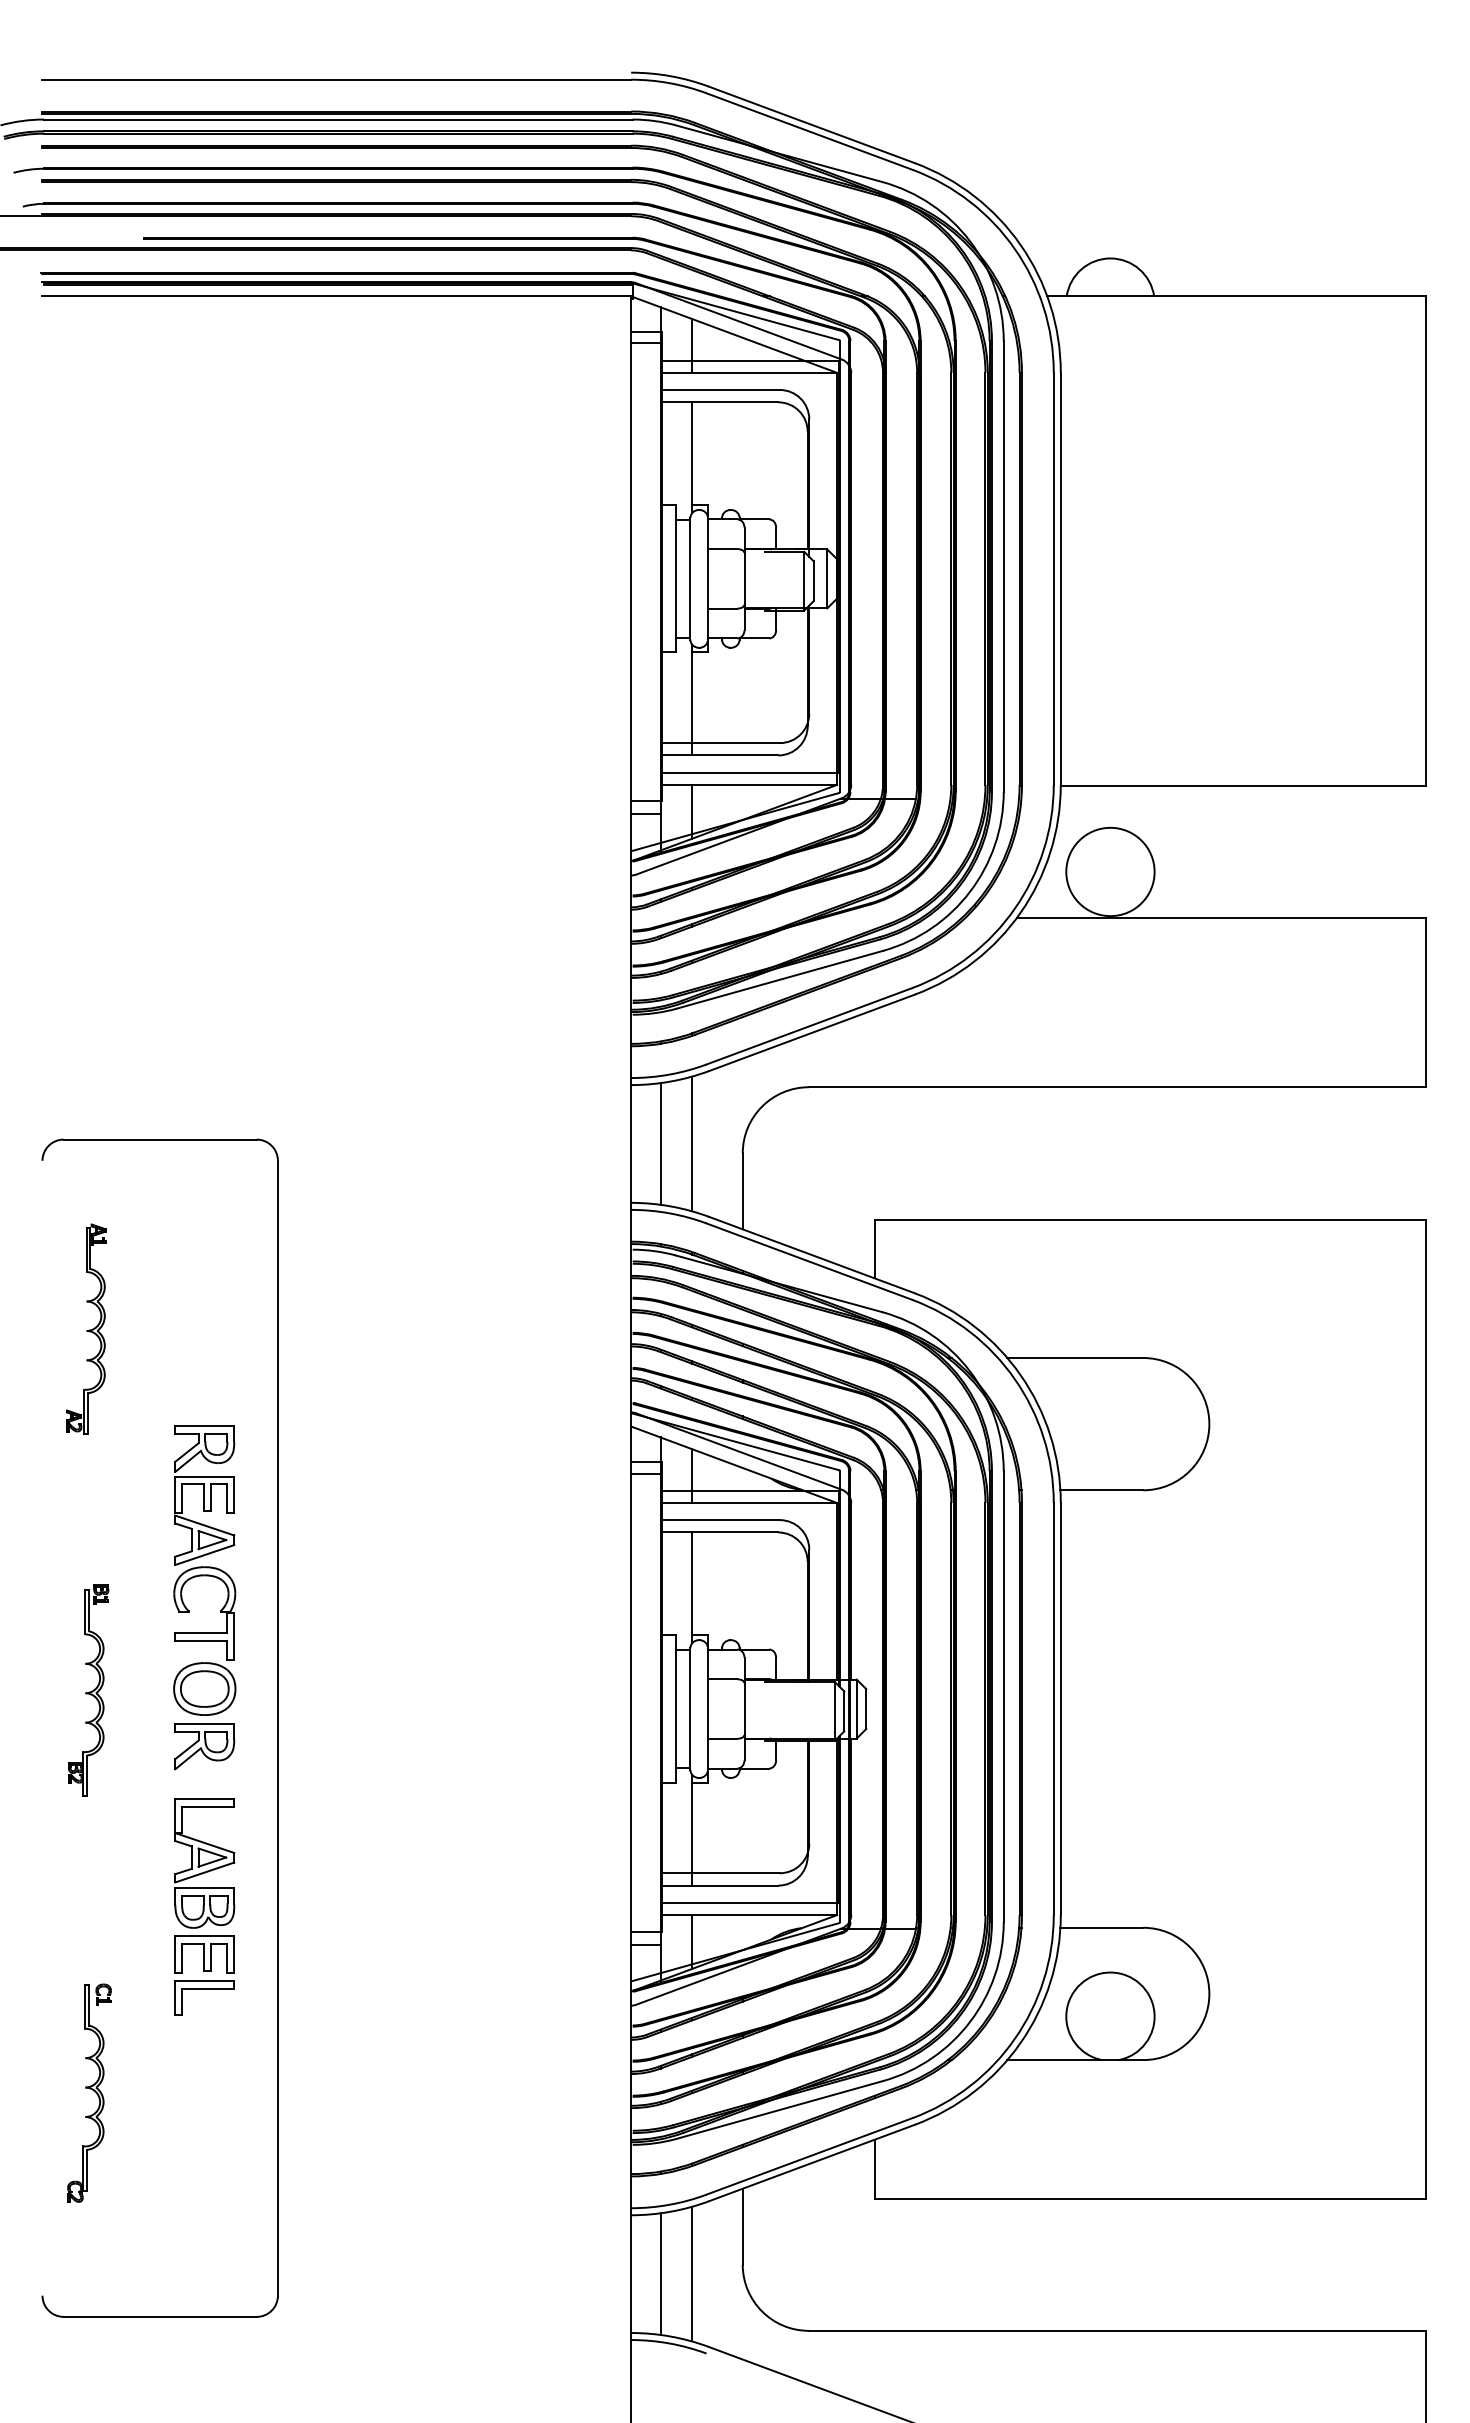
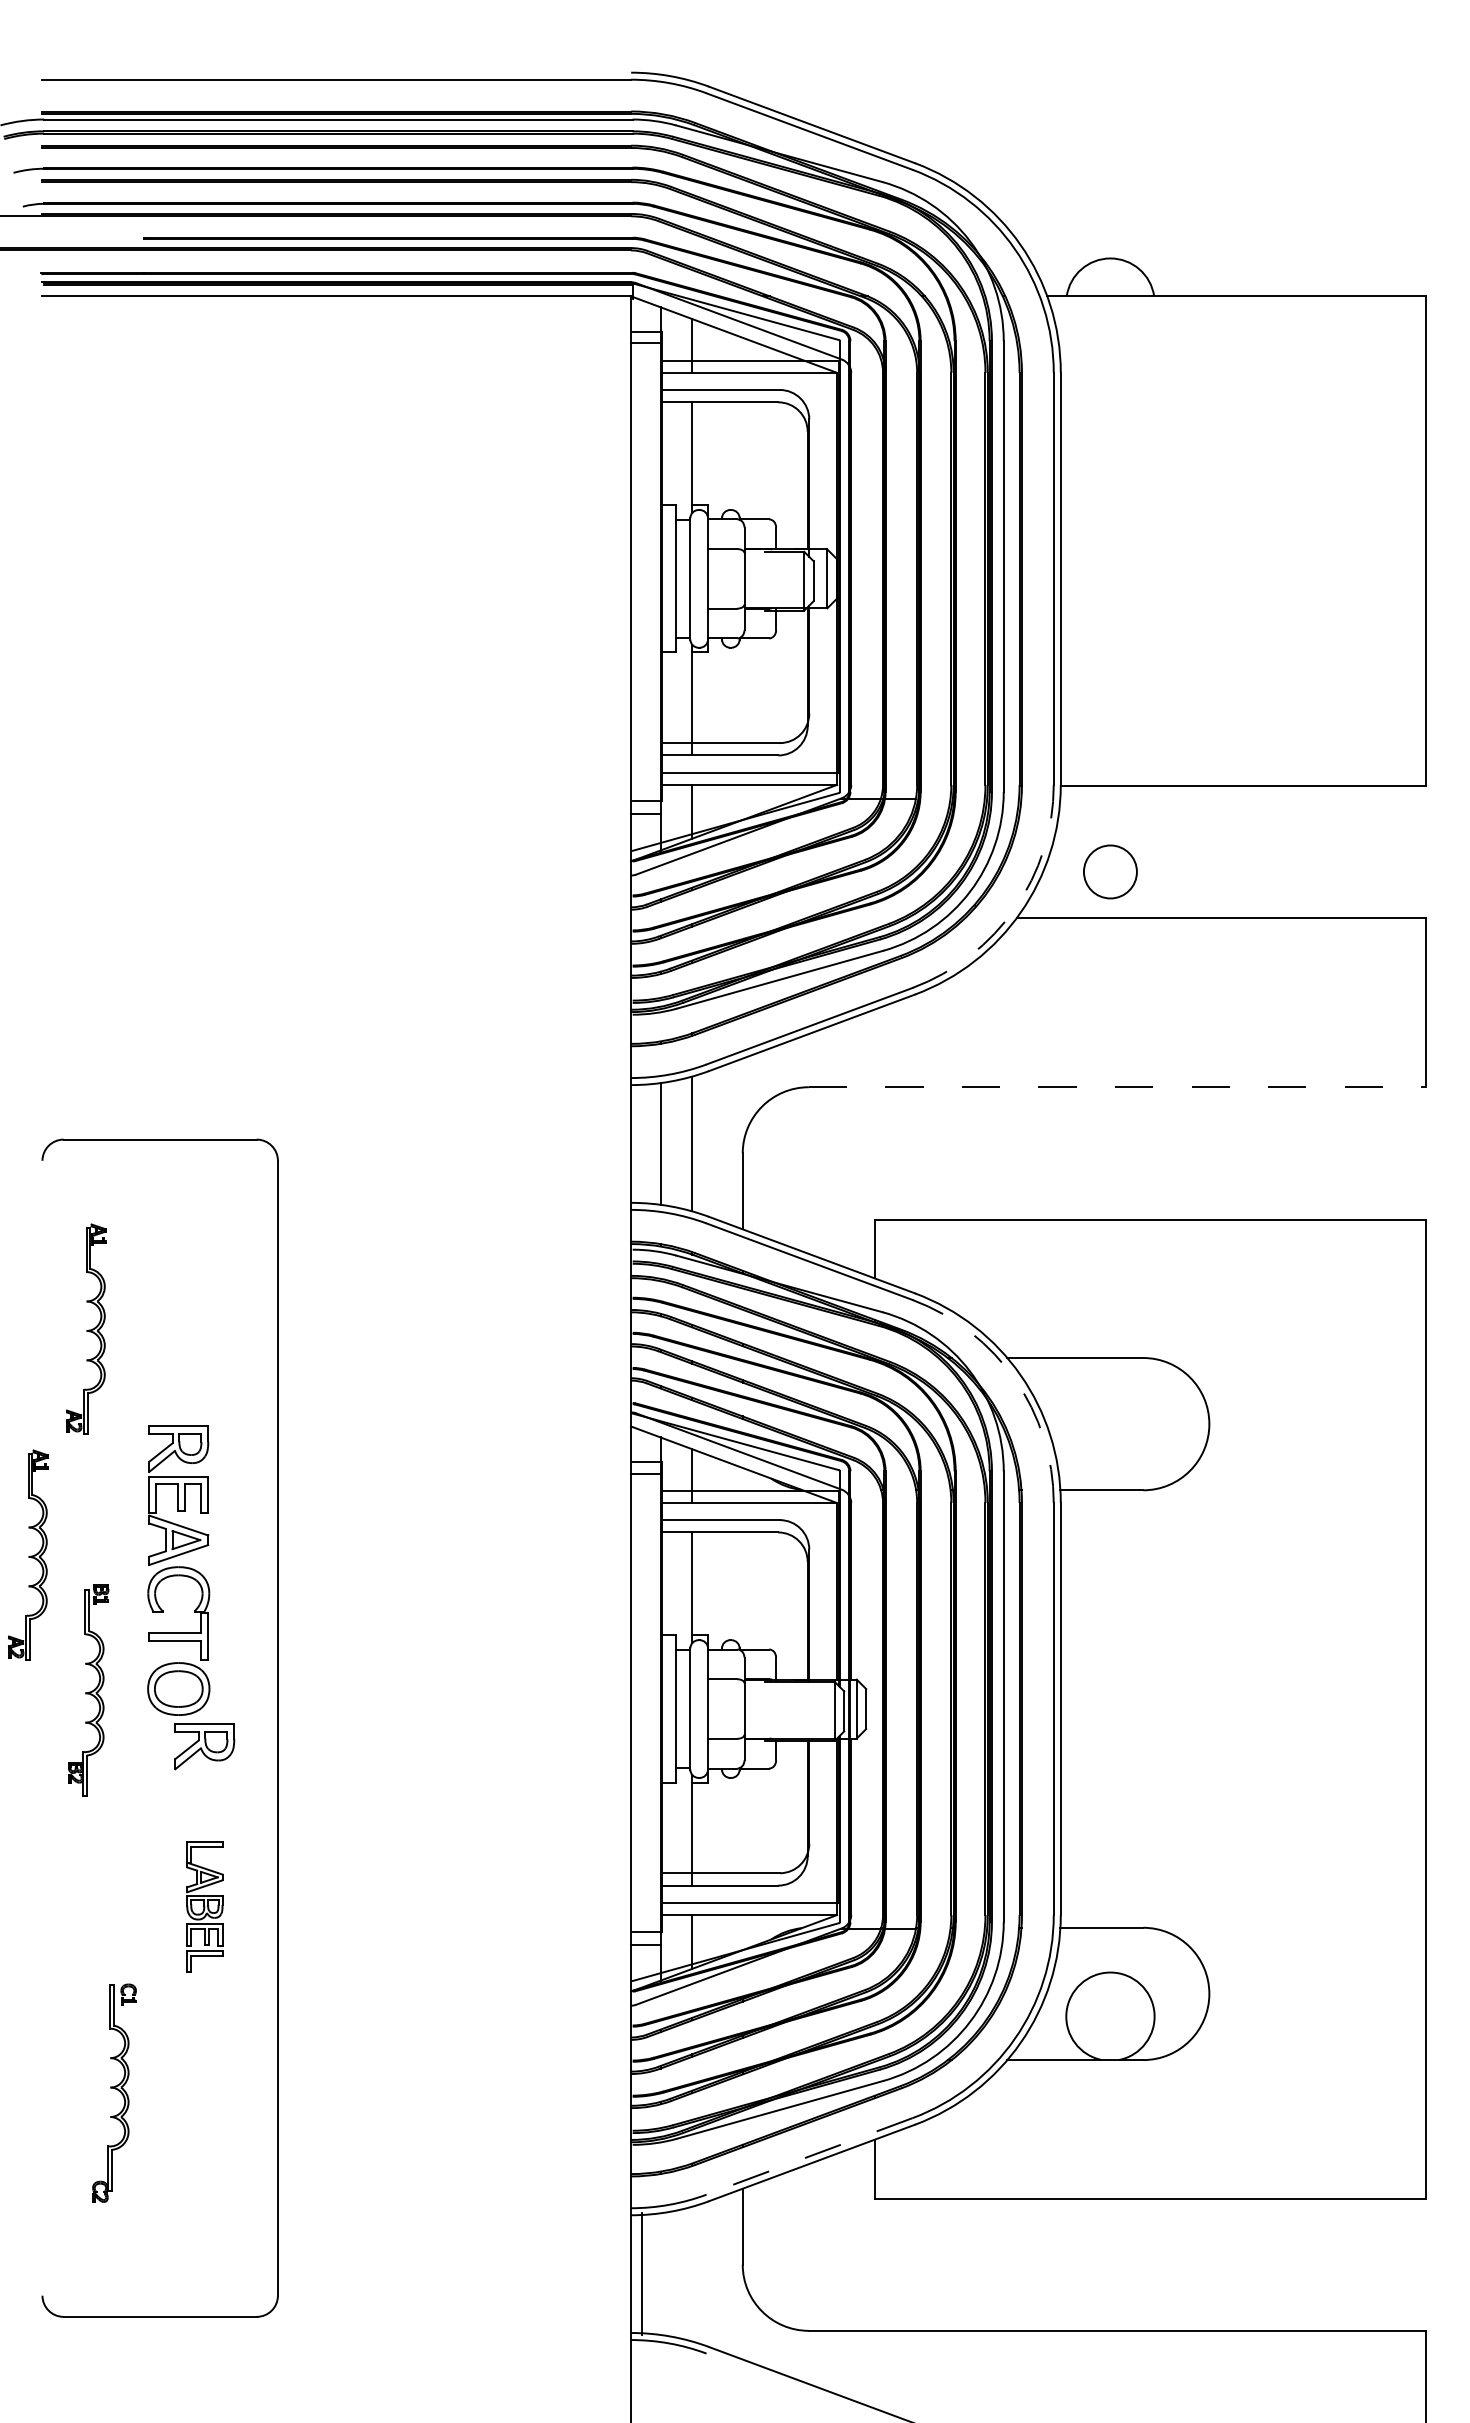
circle at (1110, 871) diameter: 88 px -> 53 px
arc at (1014, 908): solid -> dashed
line at (1117, 1087): solid -> dashed
arc at (1014, 1379): solid -> dashed
part at (28, 1554): none -> present
part at (204, 1570) position: (204, 1570) -> (178, 1570)
part at (204, 1906) size: 62x218 px -> 38x132 px
part at (89, 2092) position: (89, 2092) -> (114, 2092)
line at (809, 2156): solid -> dashed
line at (660, 2273) position: (660, 2273) -> (641, 2273)
line at (692, 2273): present -> none
